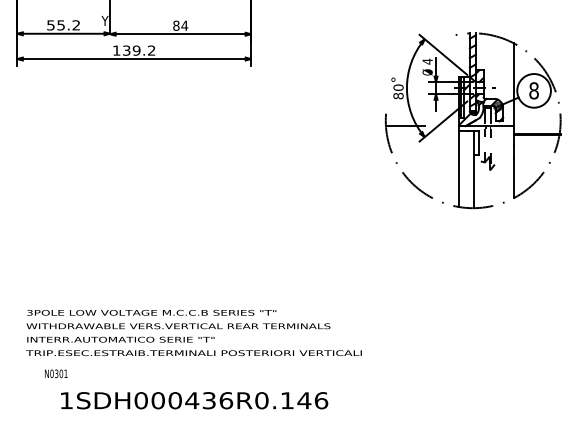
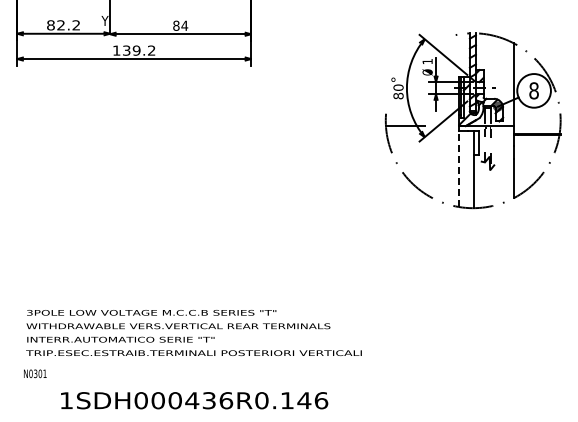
text at (55, 25): 55.2 -> 82.2
text at (427, 61): 4 -> 1
line at (459, 168): solid -> dashed
text at (56, 373) position: (56, 373) -> (35, 373)
